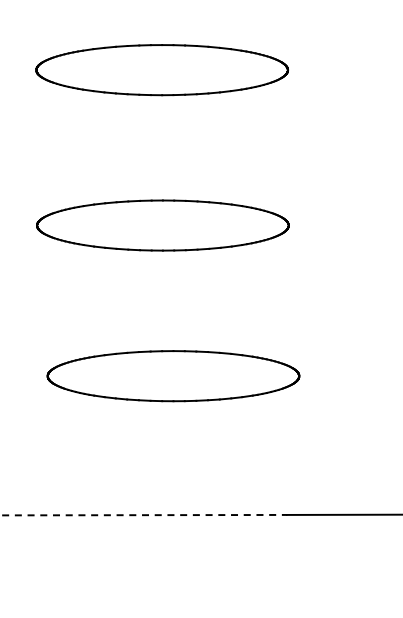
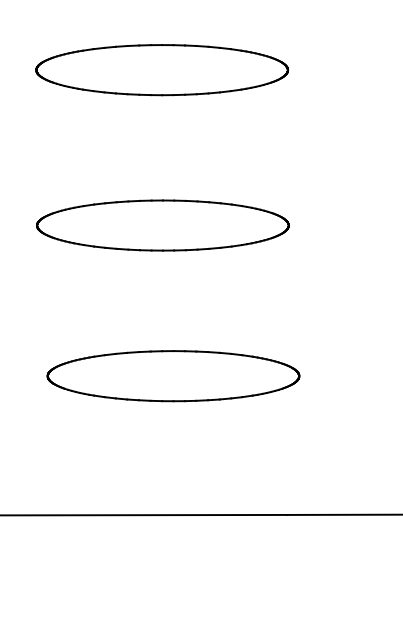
line at (144, 515): dashed -> solid
